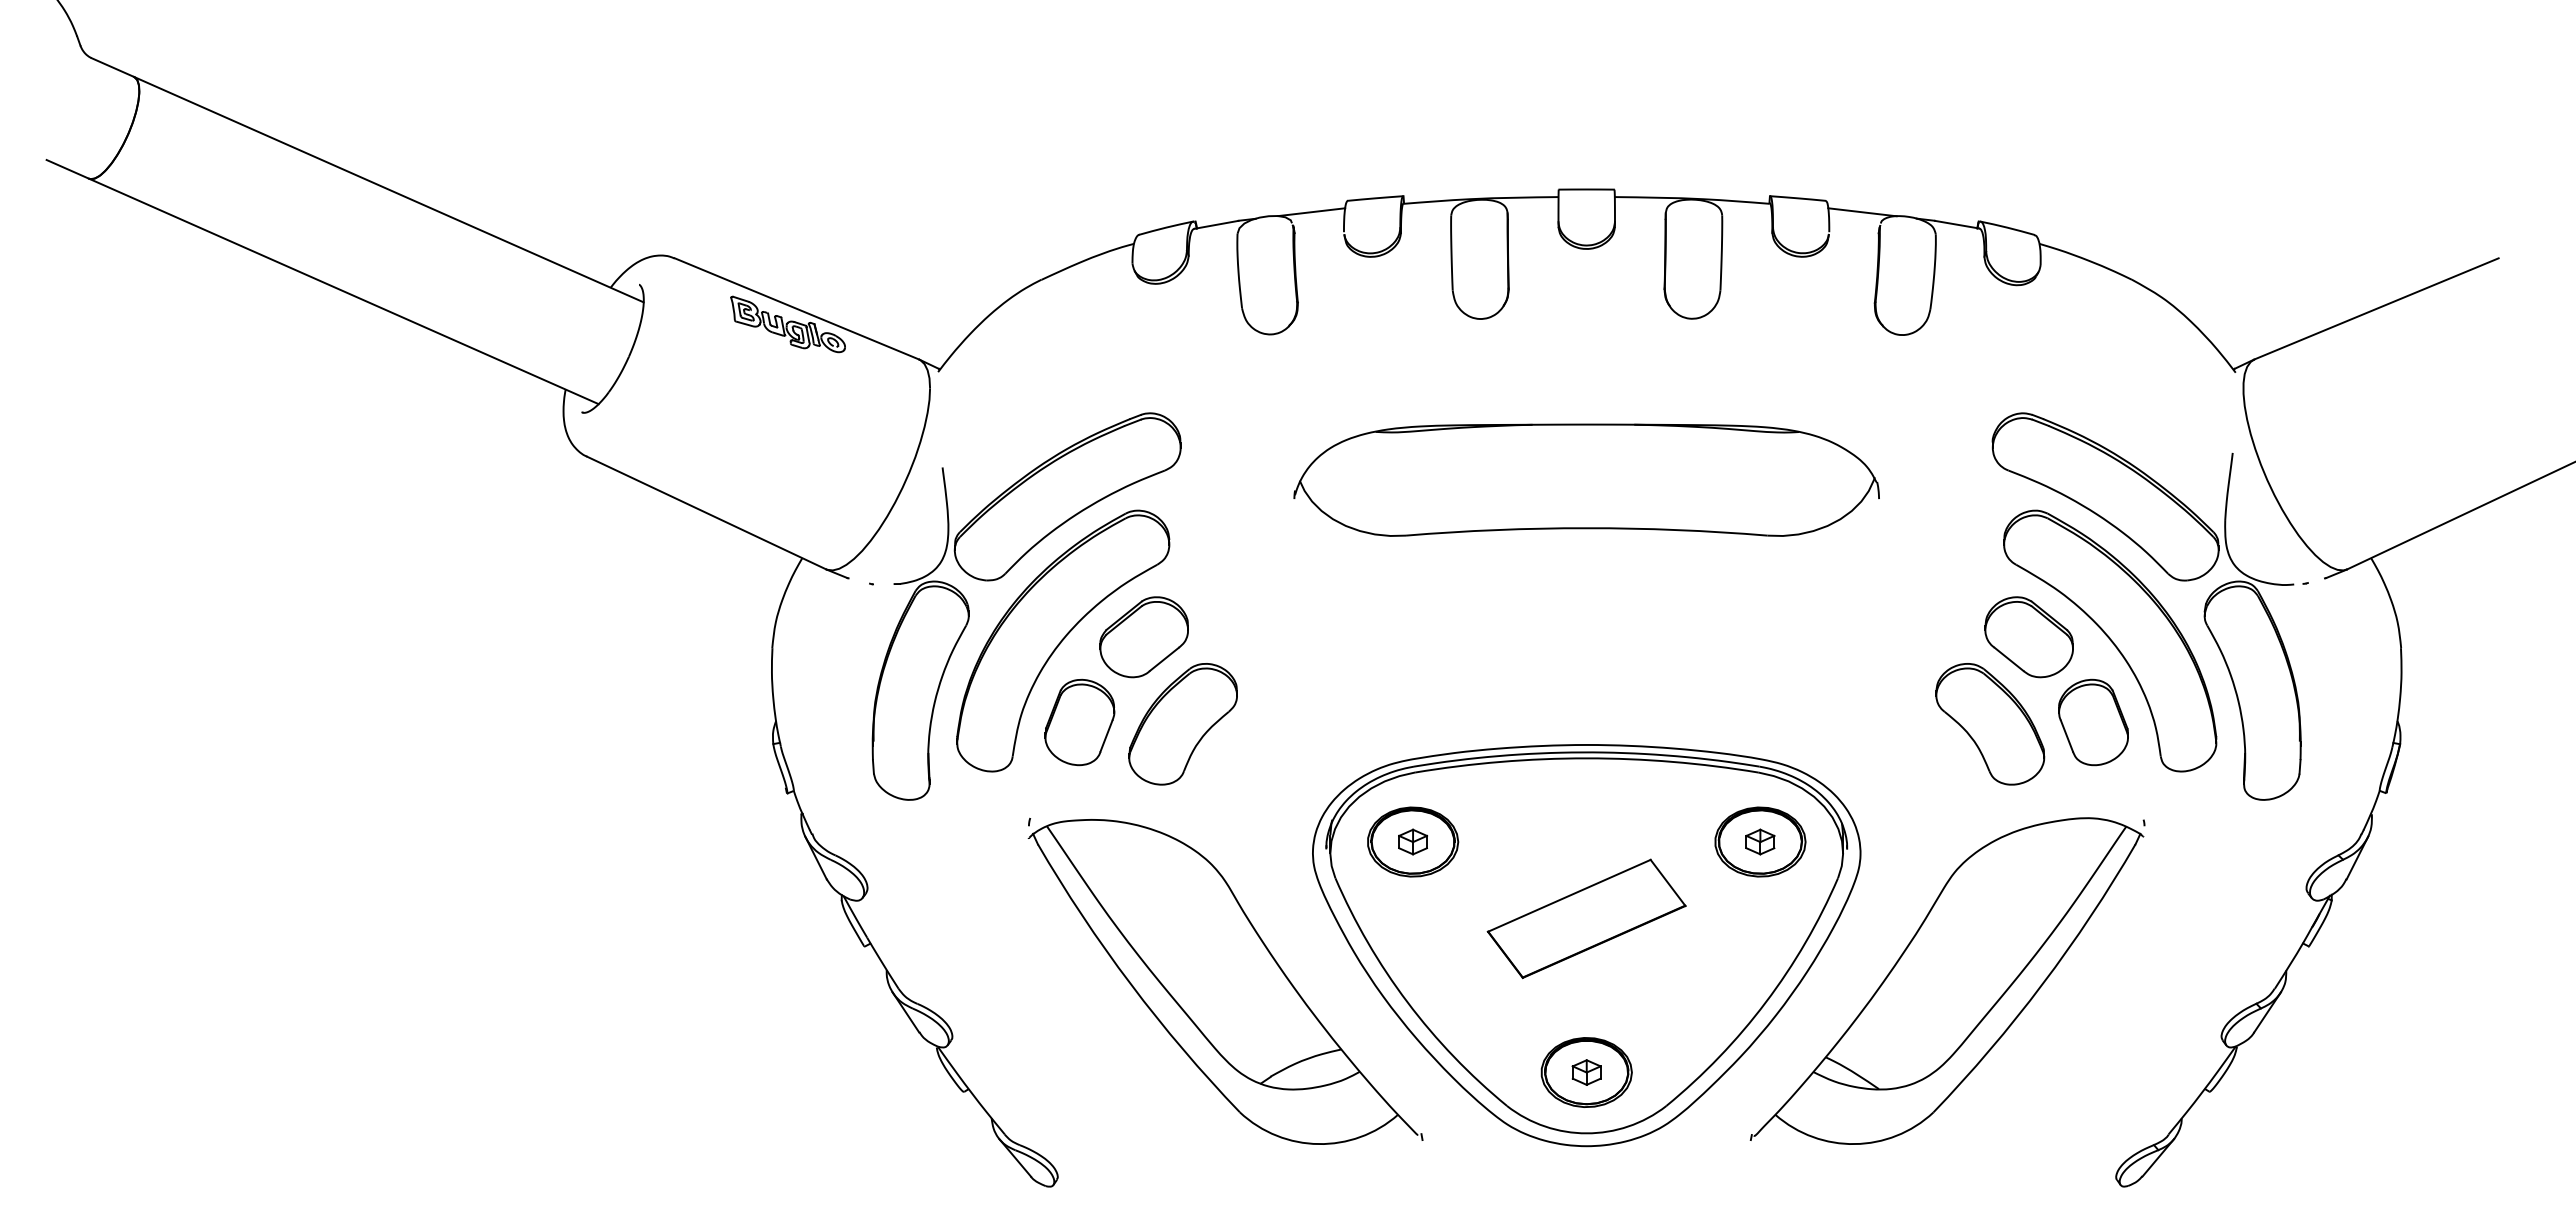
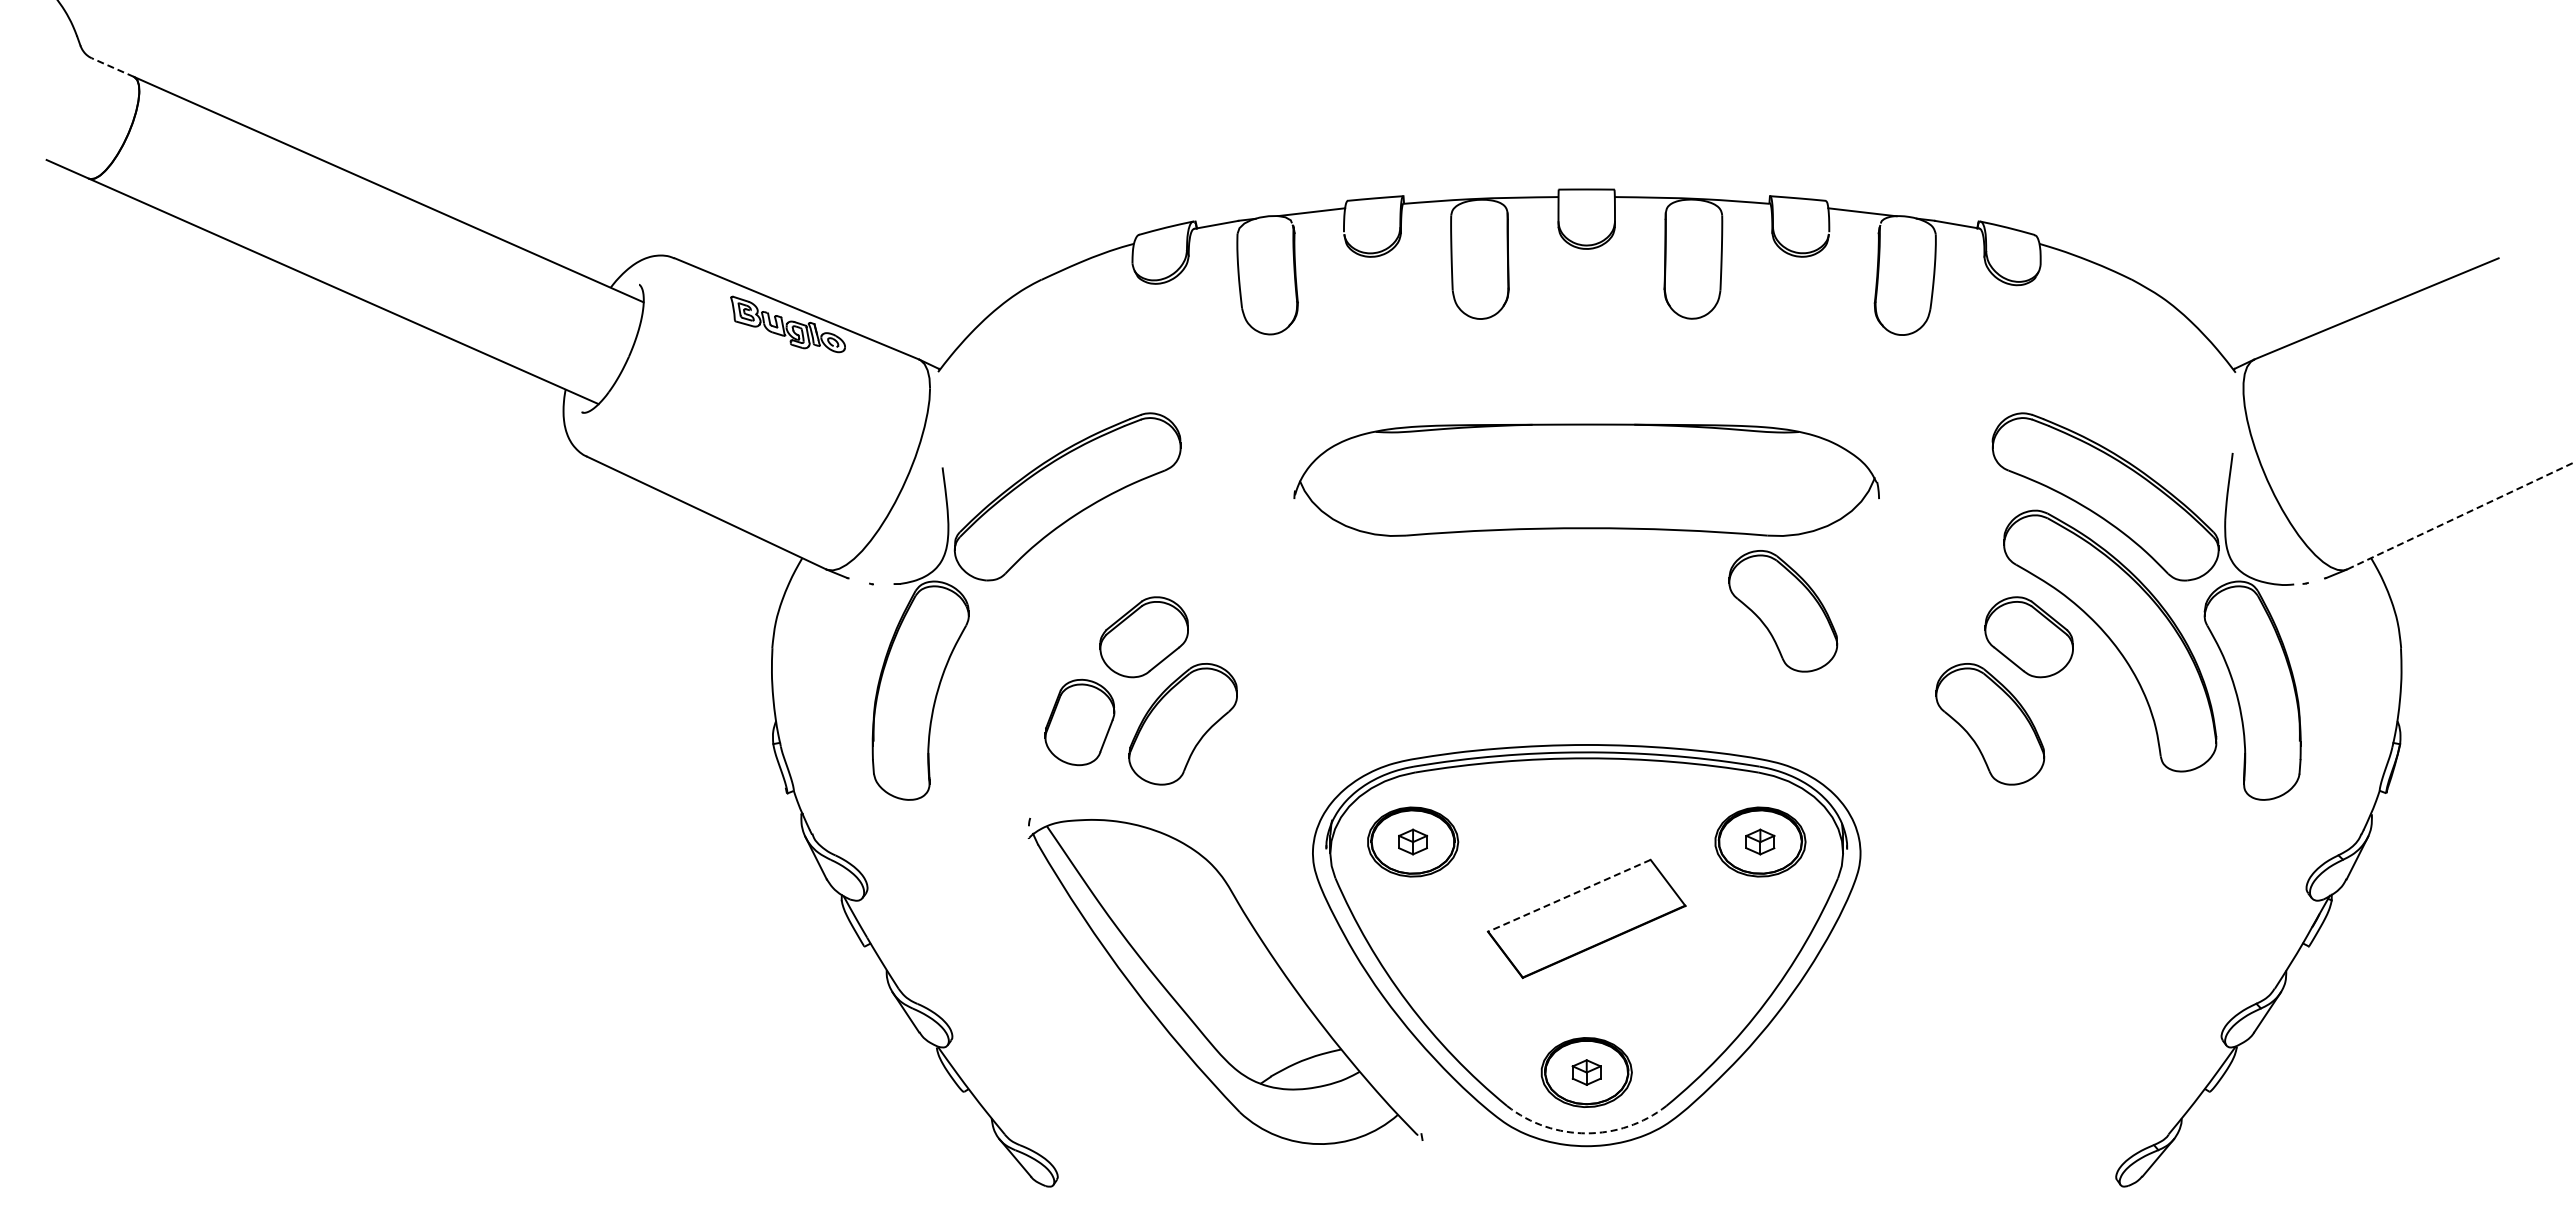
line at (112, 67): solid -> dashed
line at (2461, 515): solid -> dashed
part at (1783, 611): none -> present
part at (1063, 640): present -> none
part at (2093, 722): present -> none
line at (1569, 895): solid -> dashed
part at (1947, 980): present -> none
arc at (1586, 1133): solid -> dashed
